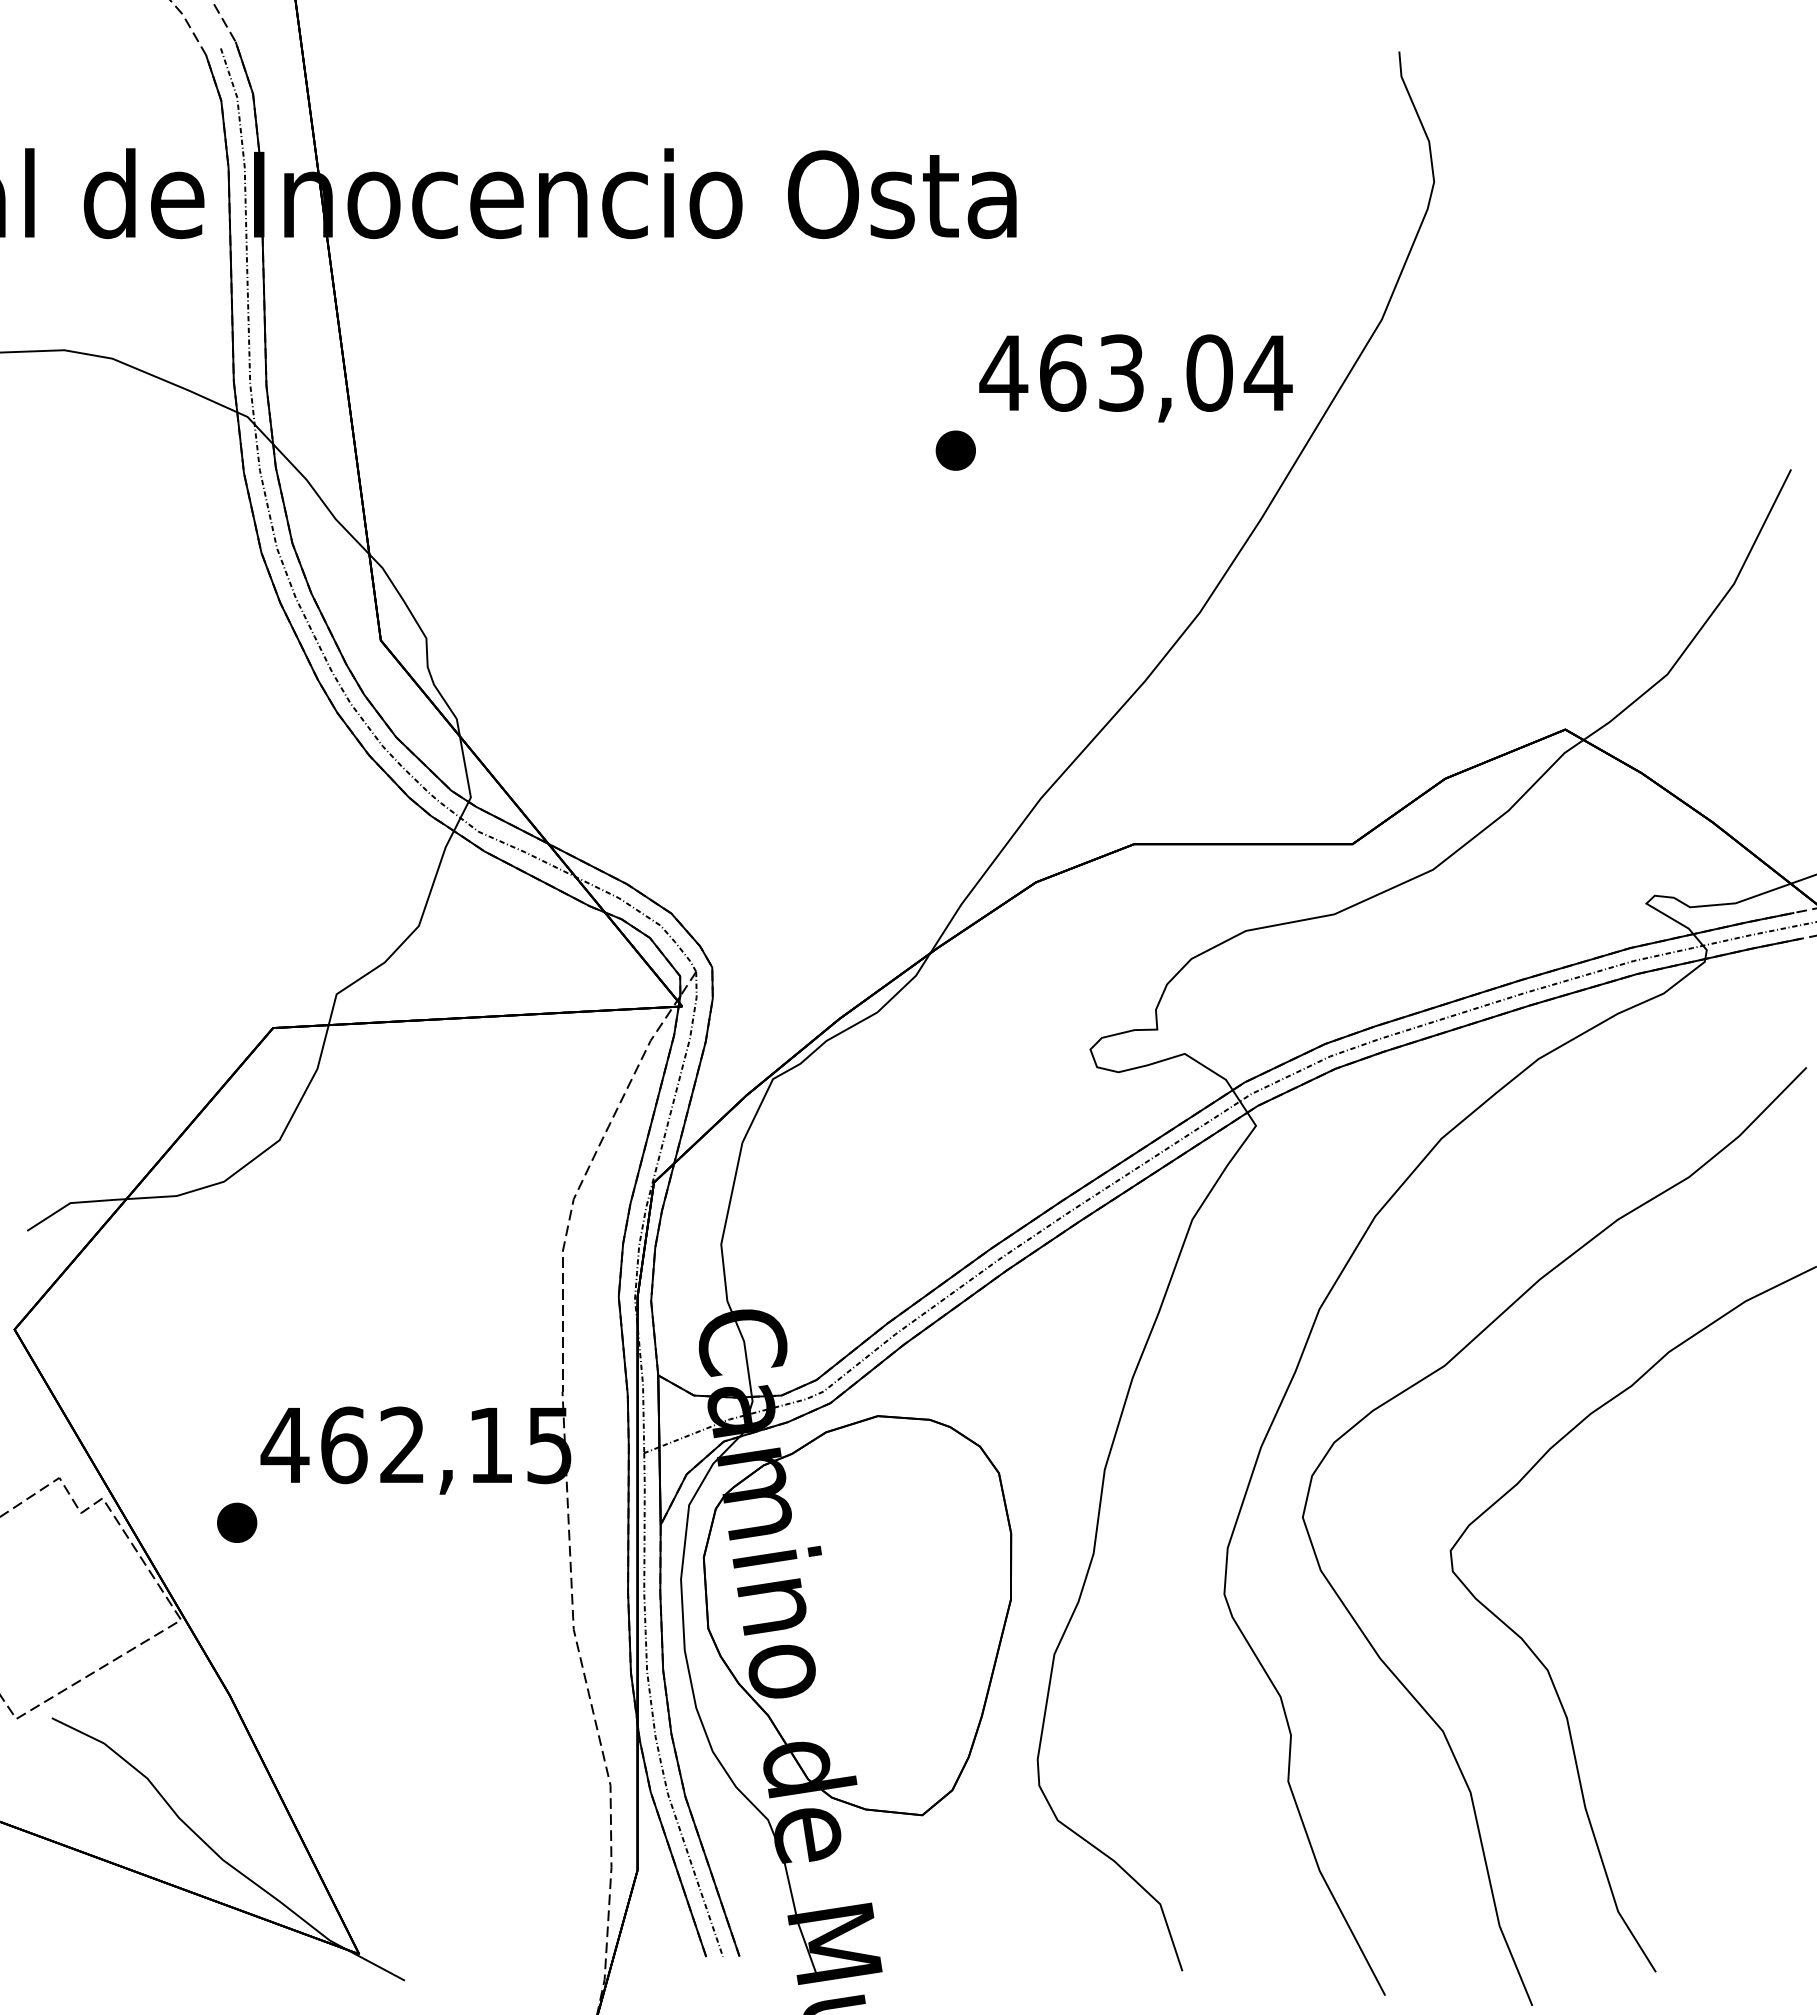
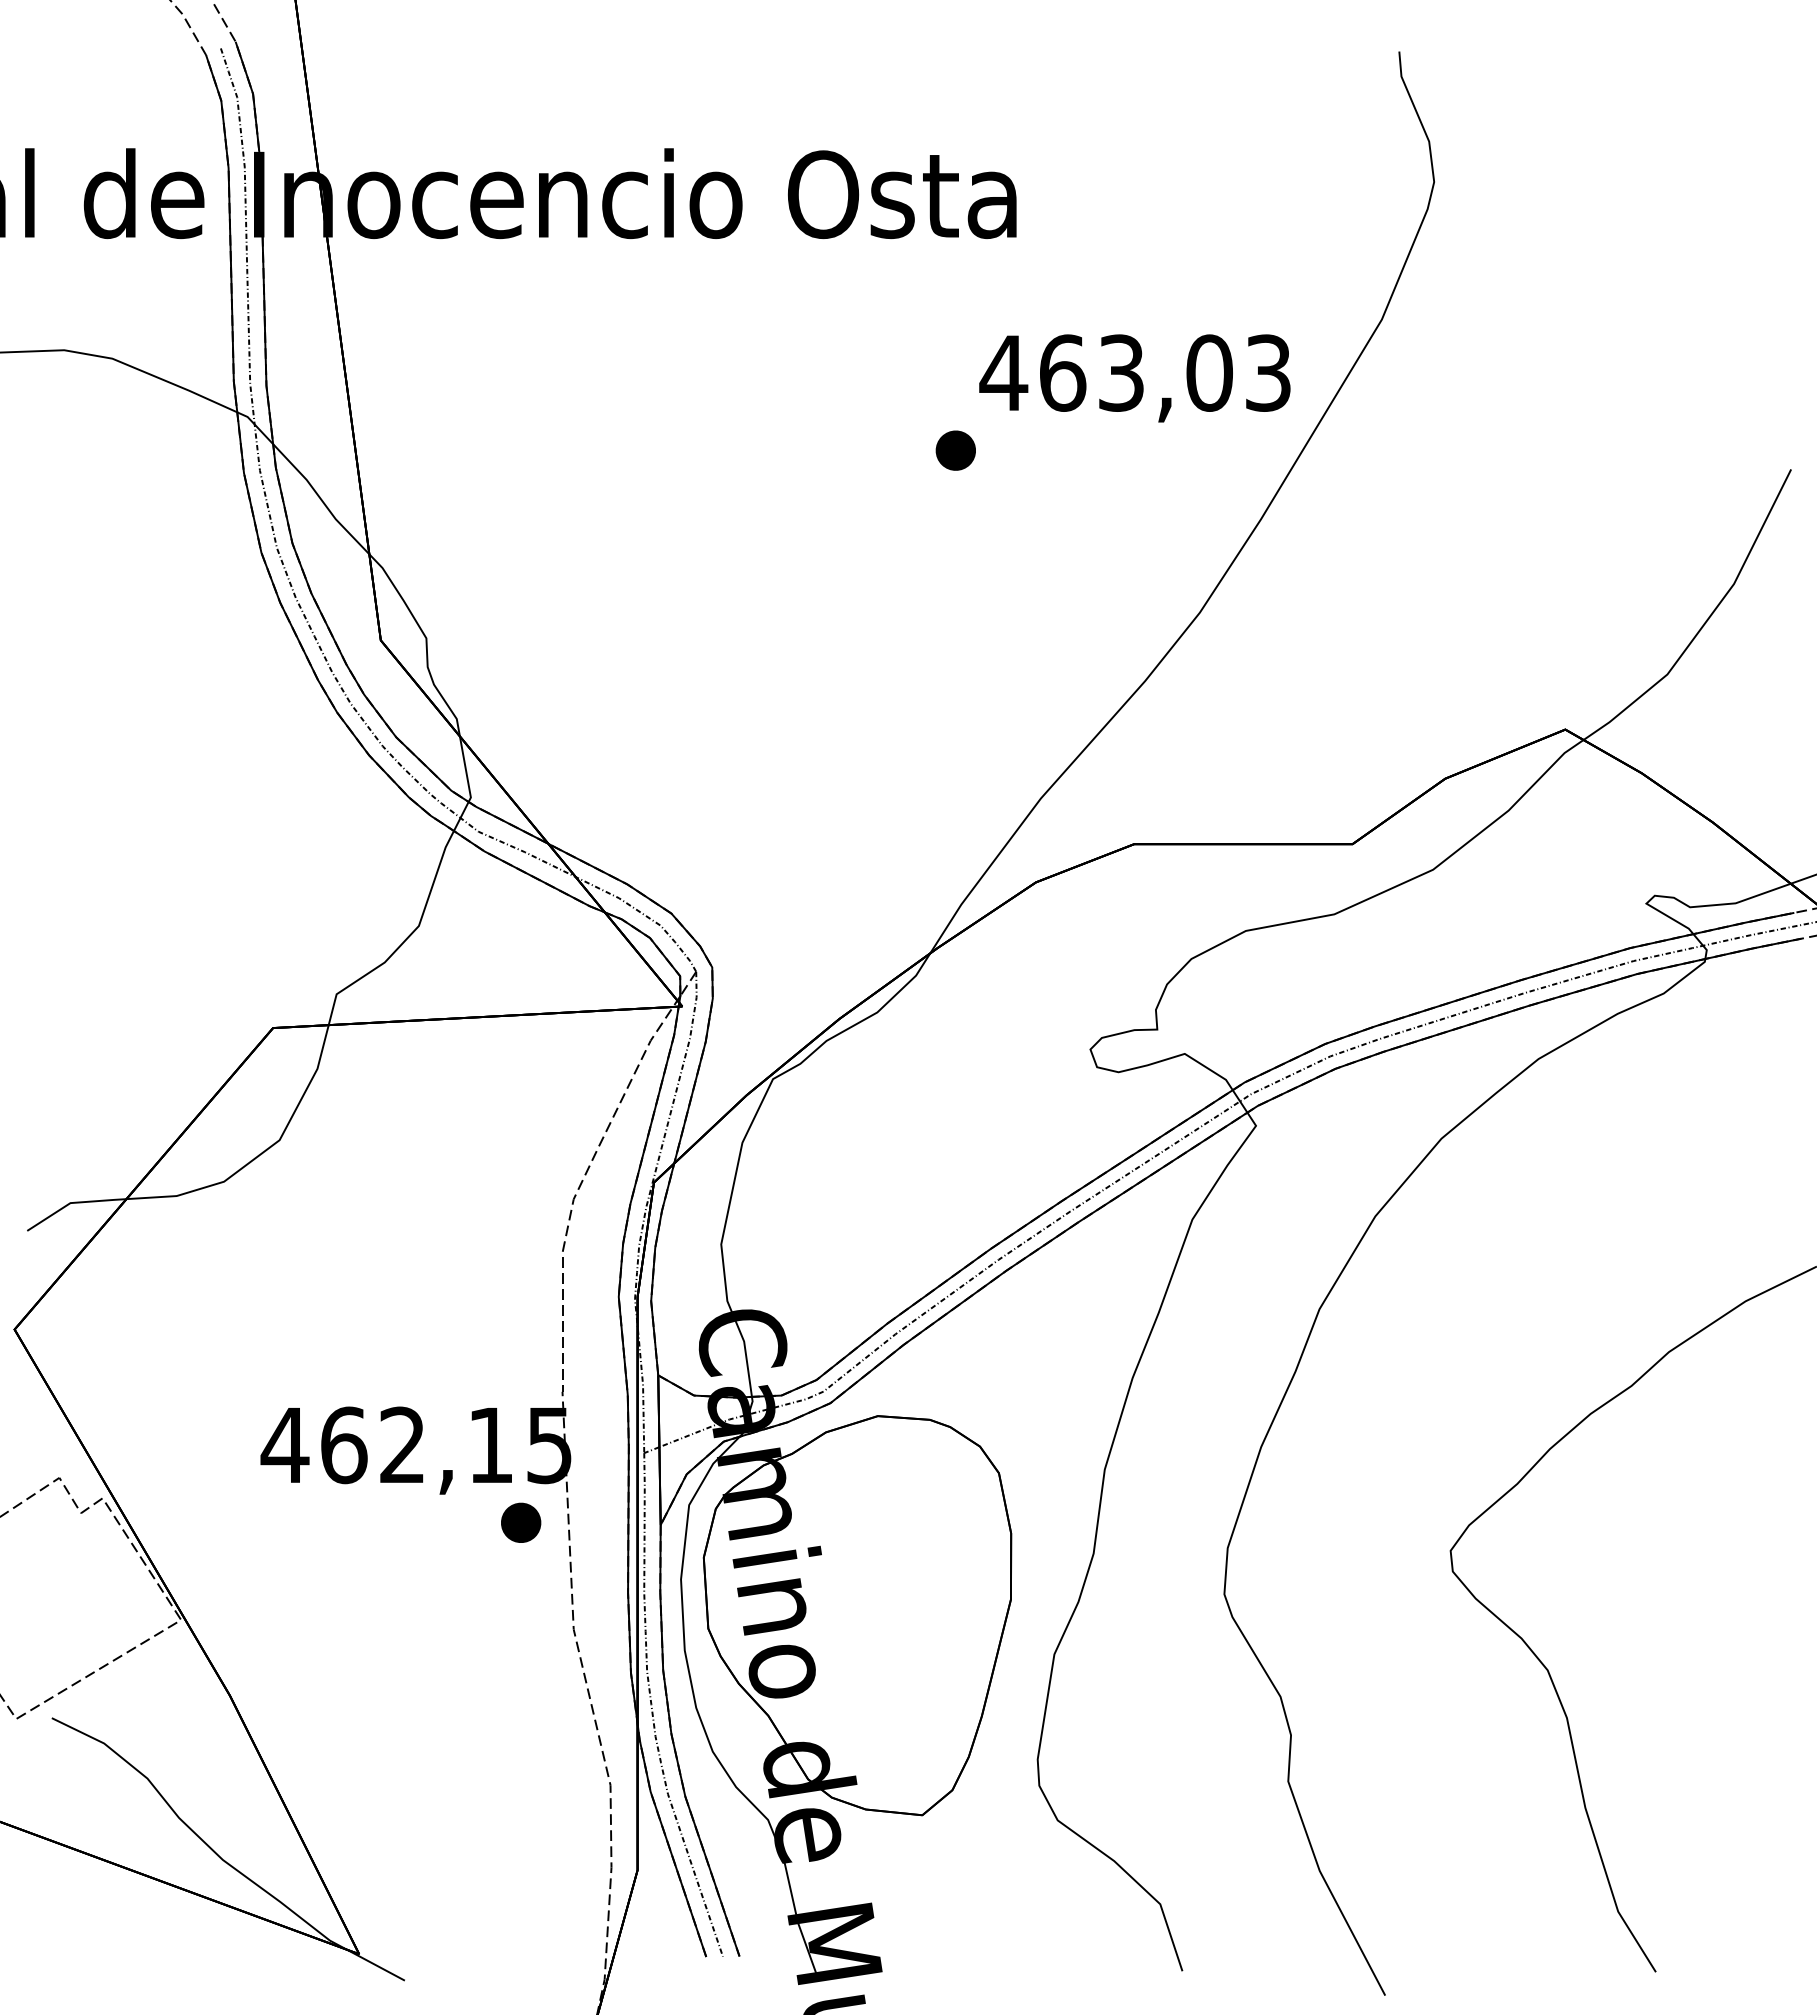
text at (1267, 372): 463,04 -> 463,03
curve at (1444, 1367): present -> none
part at (237, 1522) position: (237, 1522) -> (521, 1522)
